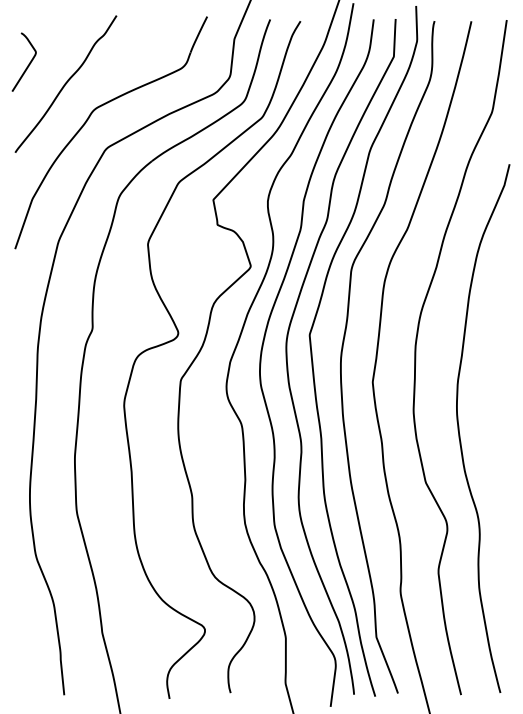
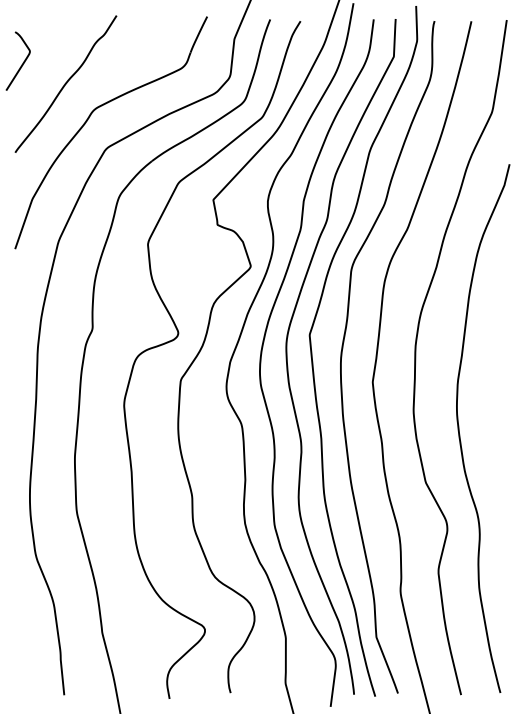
curve at (27, 65) position: (27, 65) -> (21, 64)
